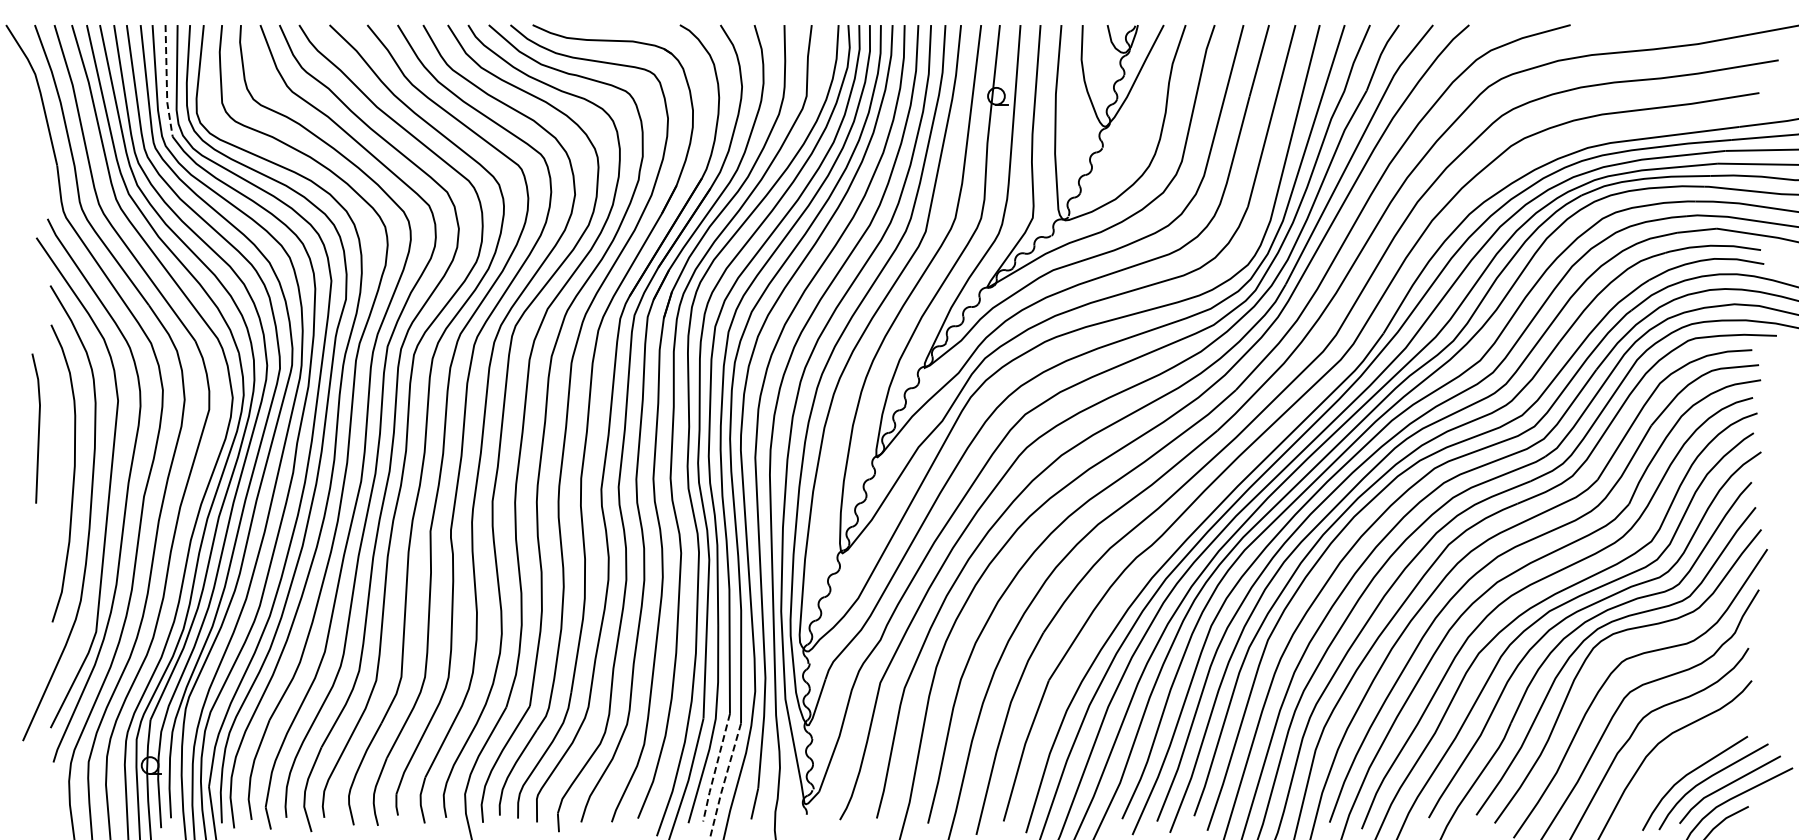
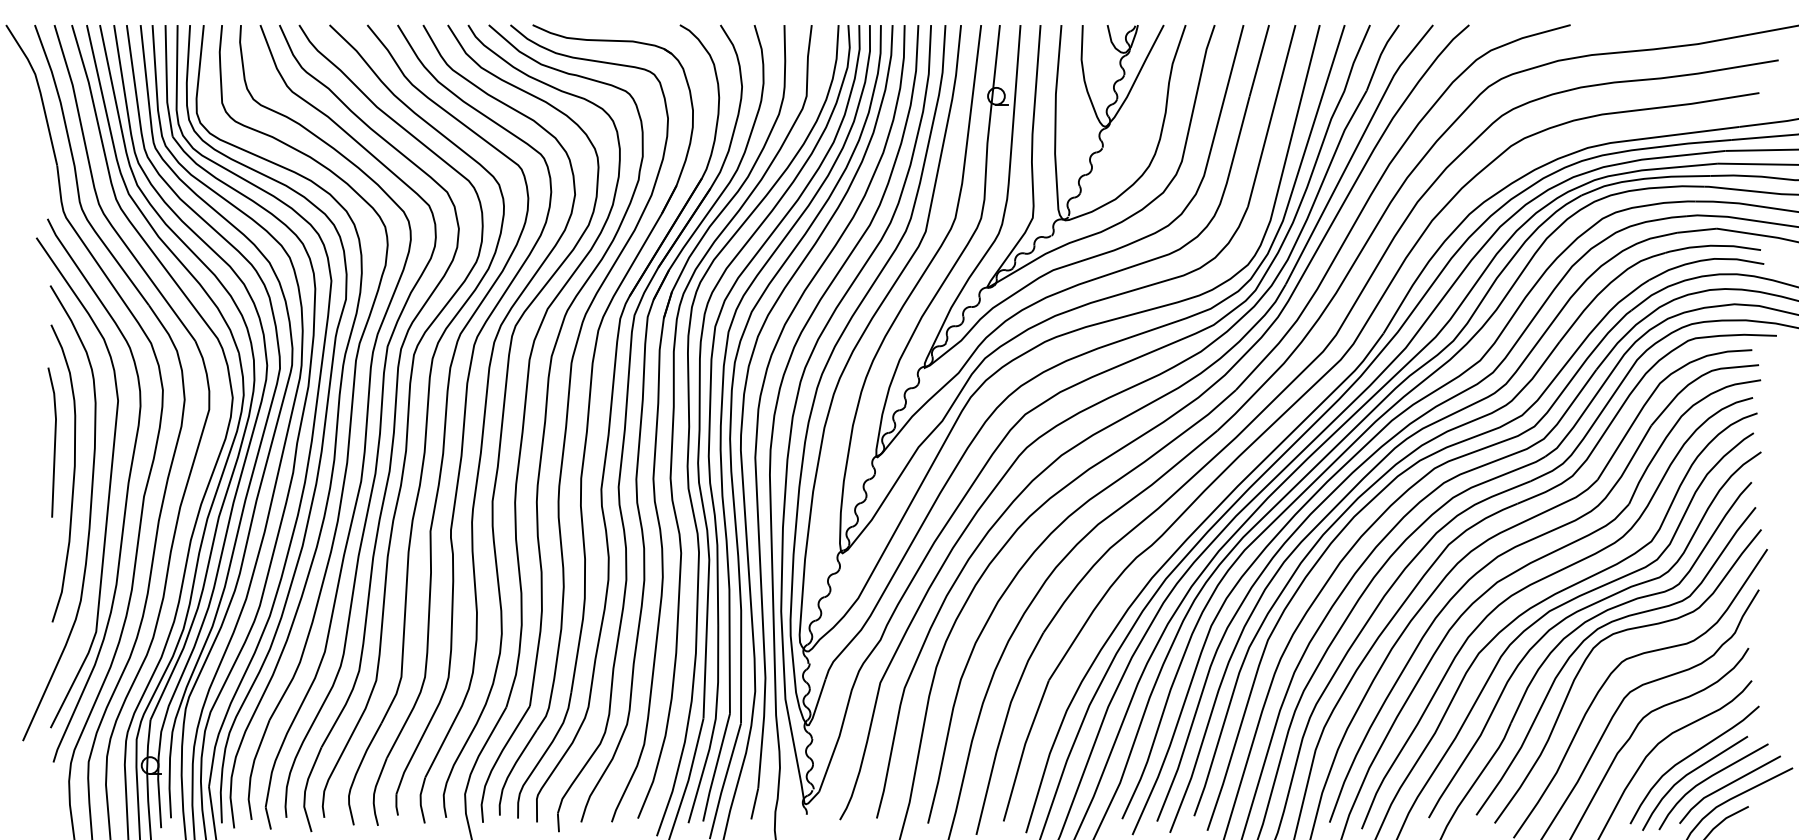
line at (166, 81): dashed -> solid
line at (38, 428) position: (38, 428) -> (54, 442)
curve at (1690, 756): none -> present
line at (715, 768): dashed -> solid
line at (724, 781): dashed -> solid
